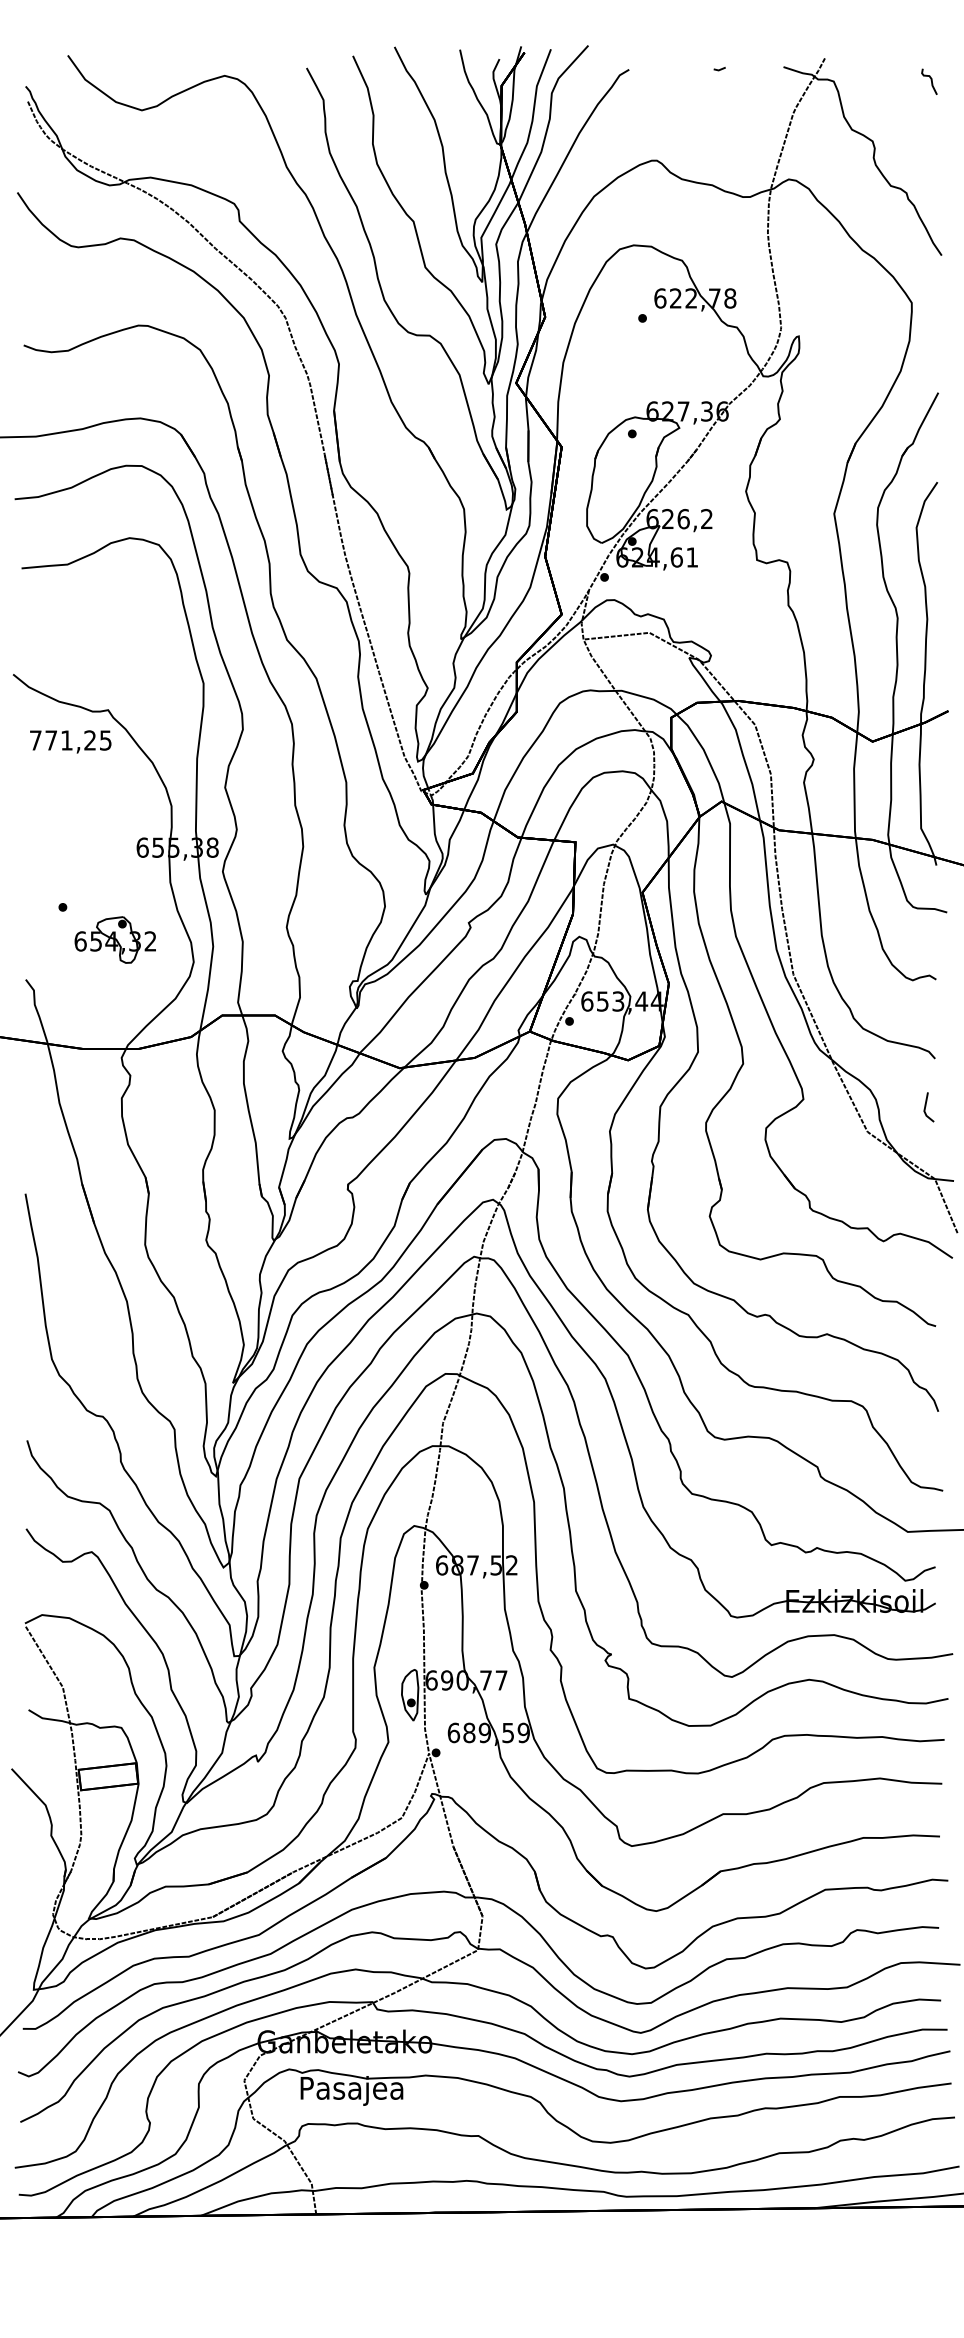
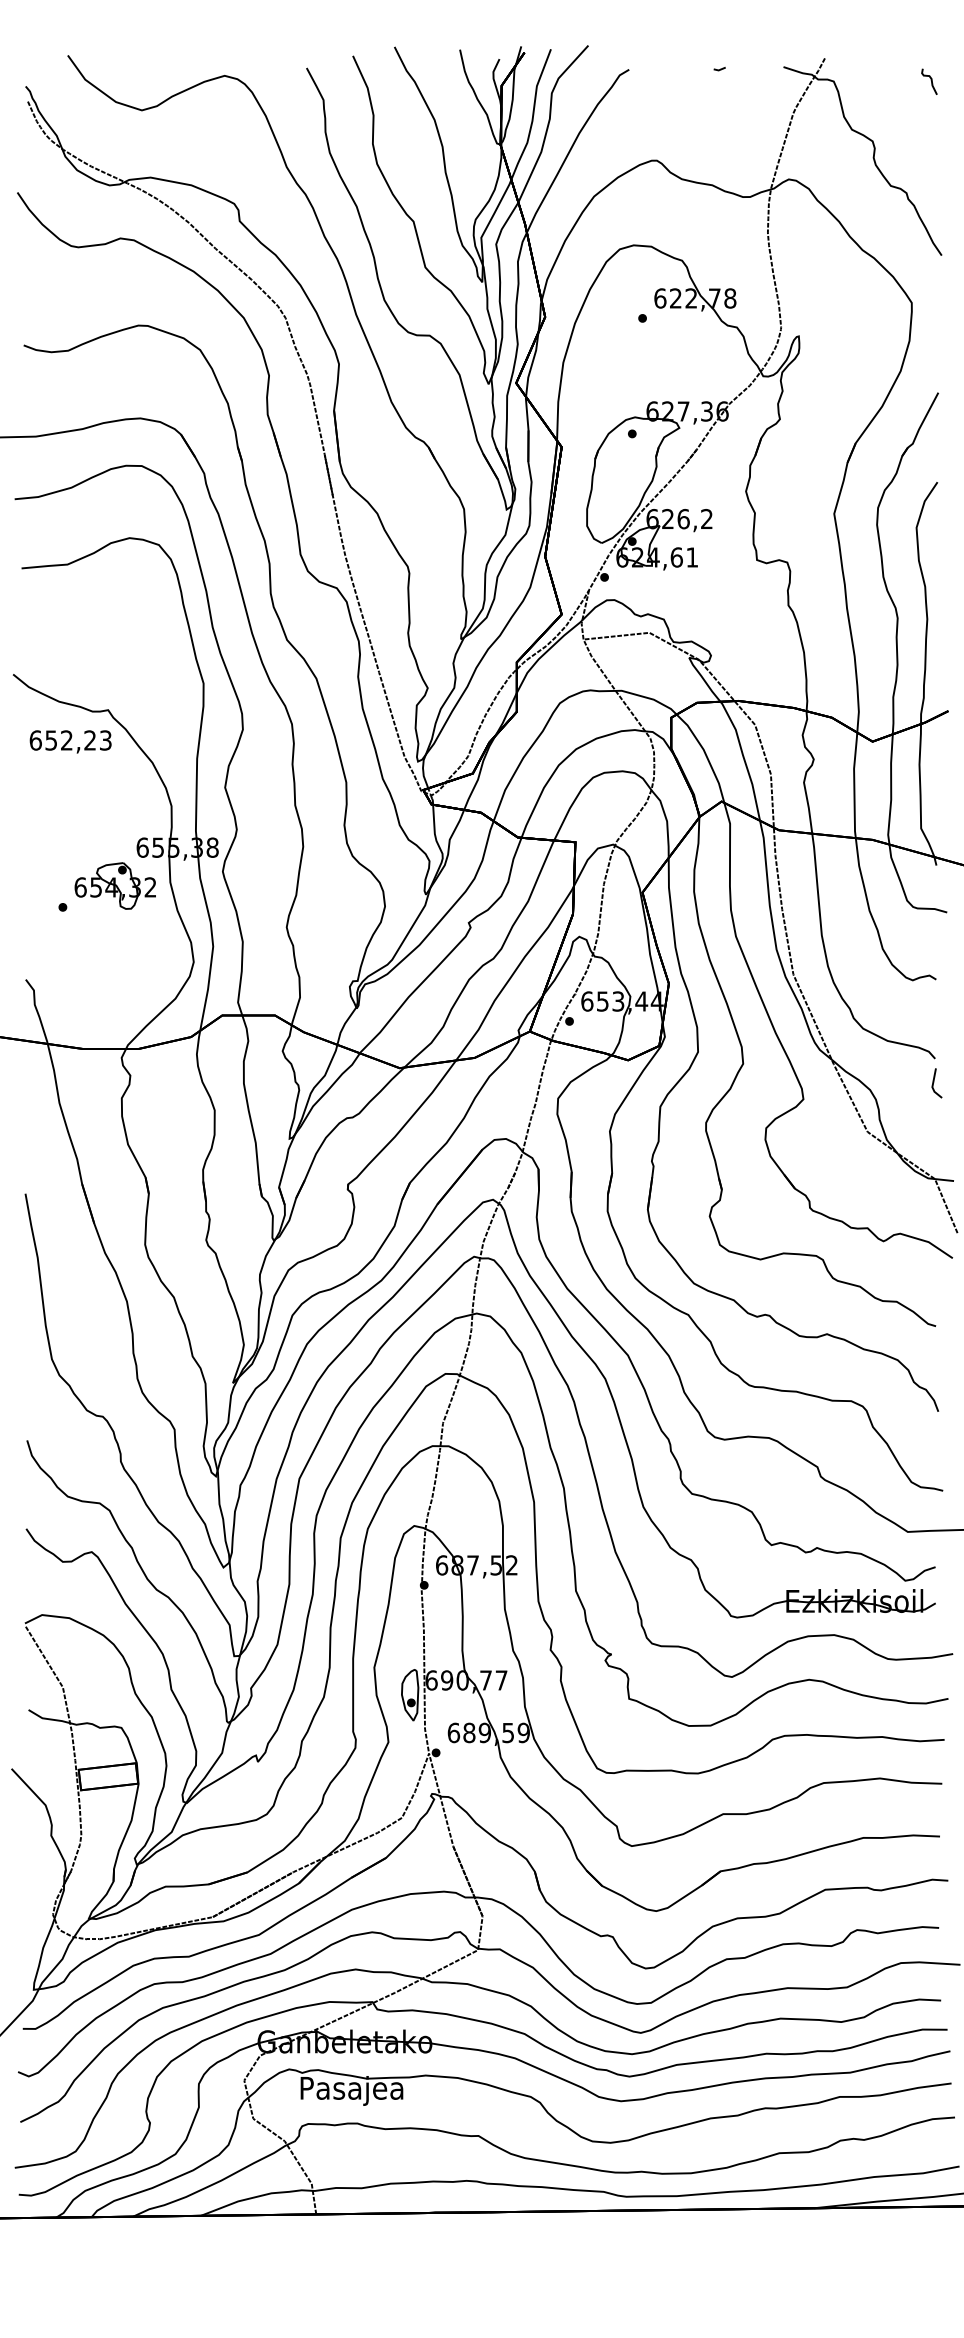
text at (70, 740): 771,25 -> 652,23
part at (114, 939) position: (114, 939) -> (114, 885)
line at (926, 1106) position: (926, 1106) -> (934, 1082)
